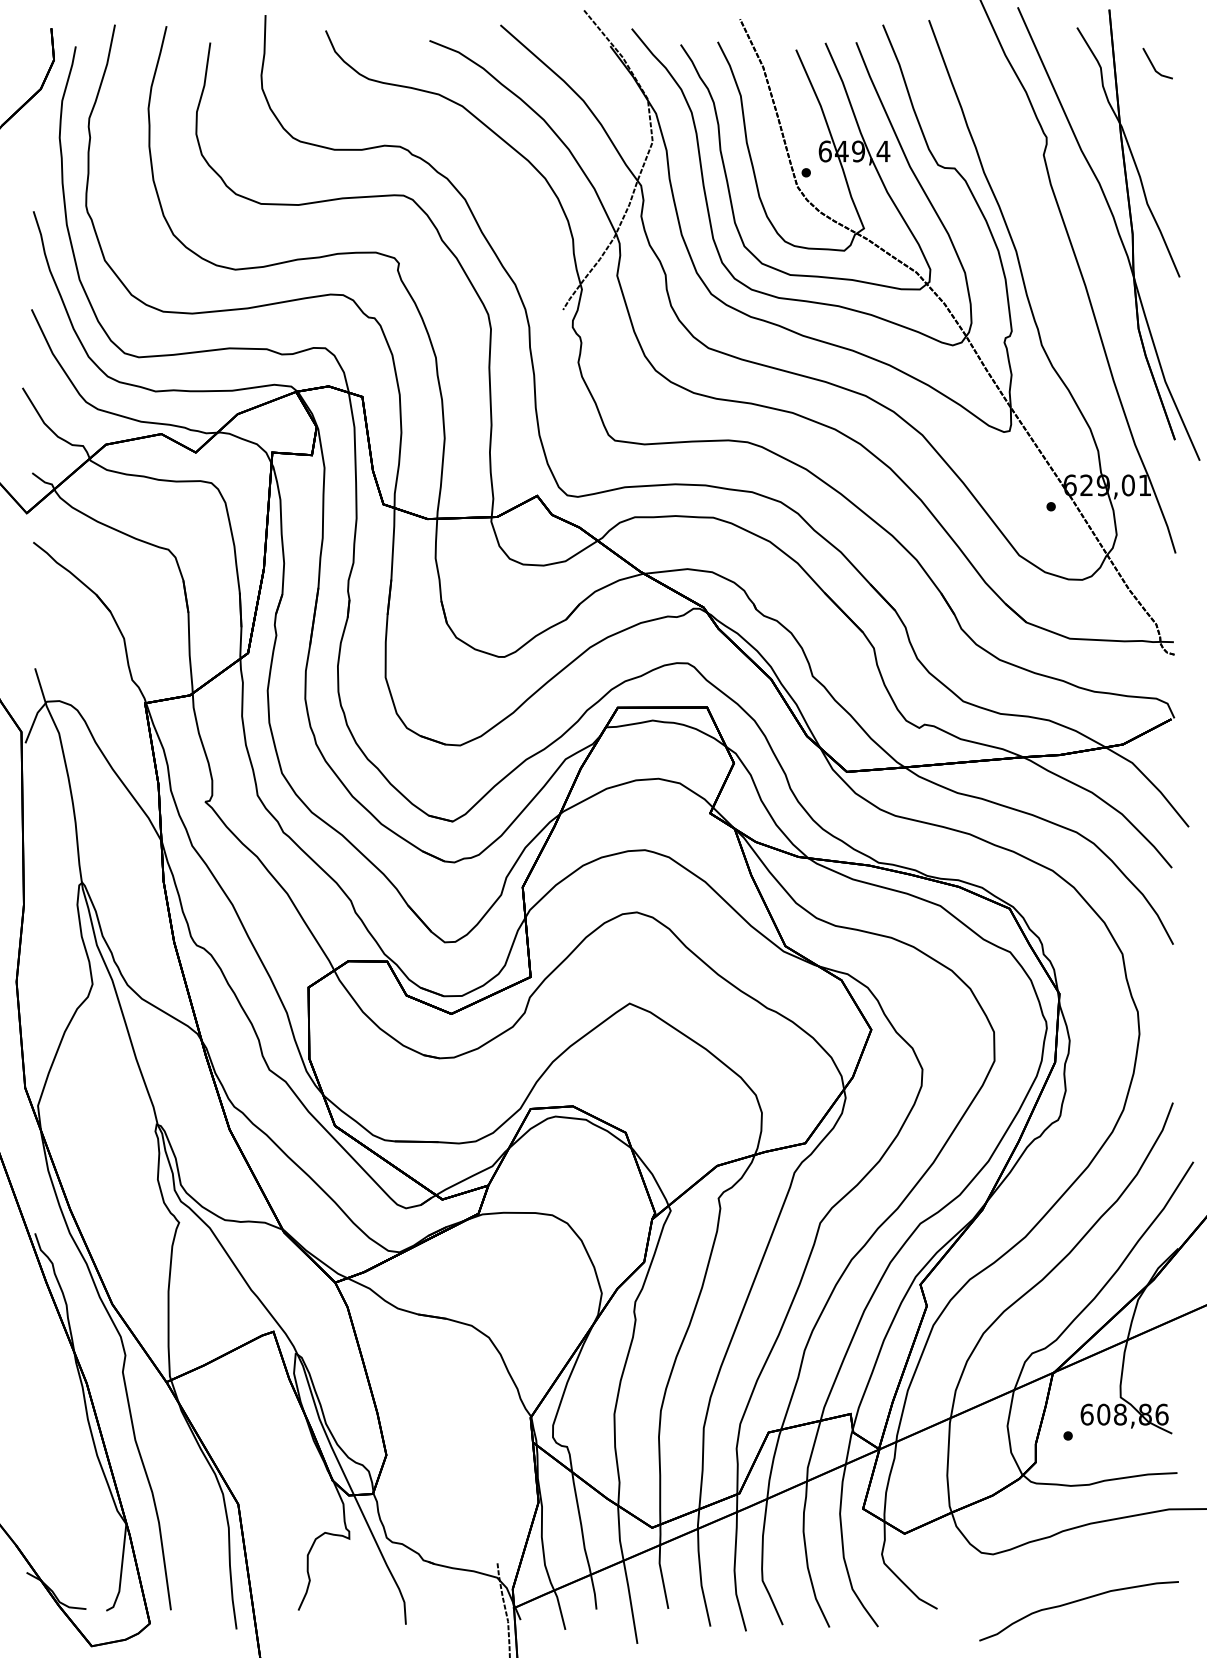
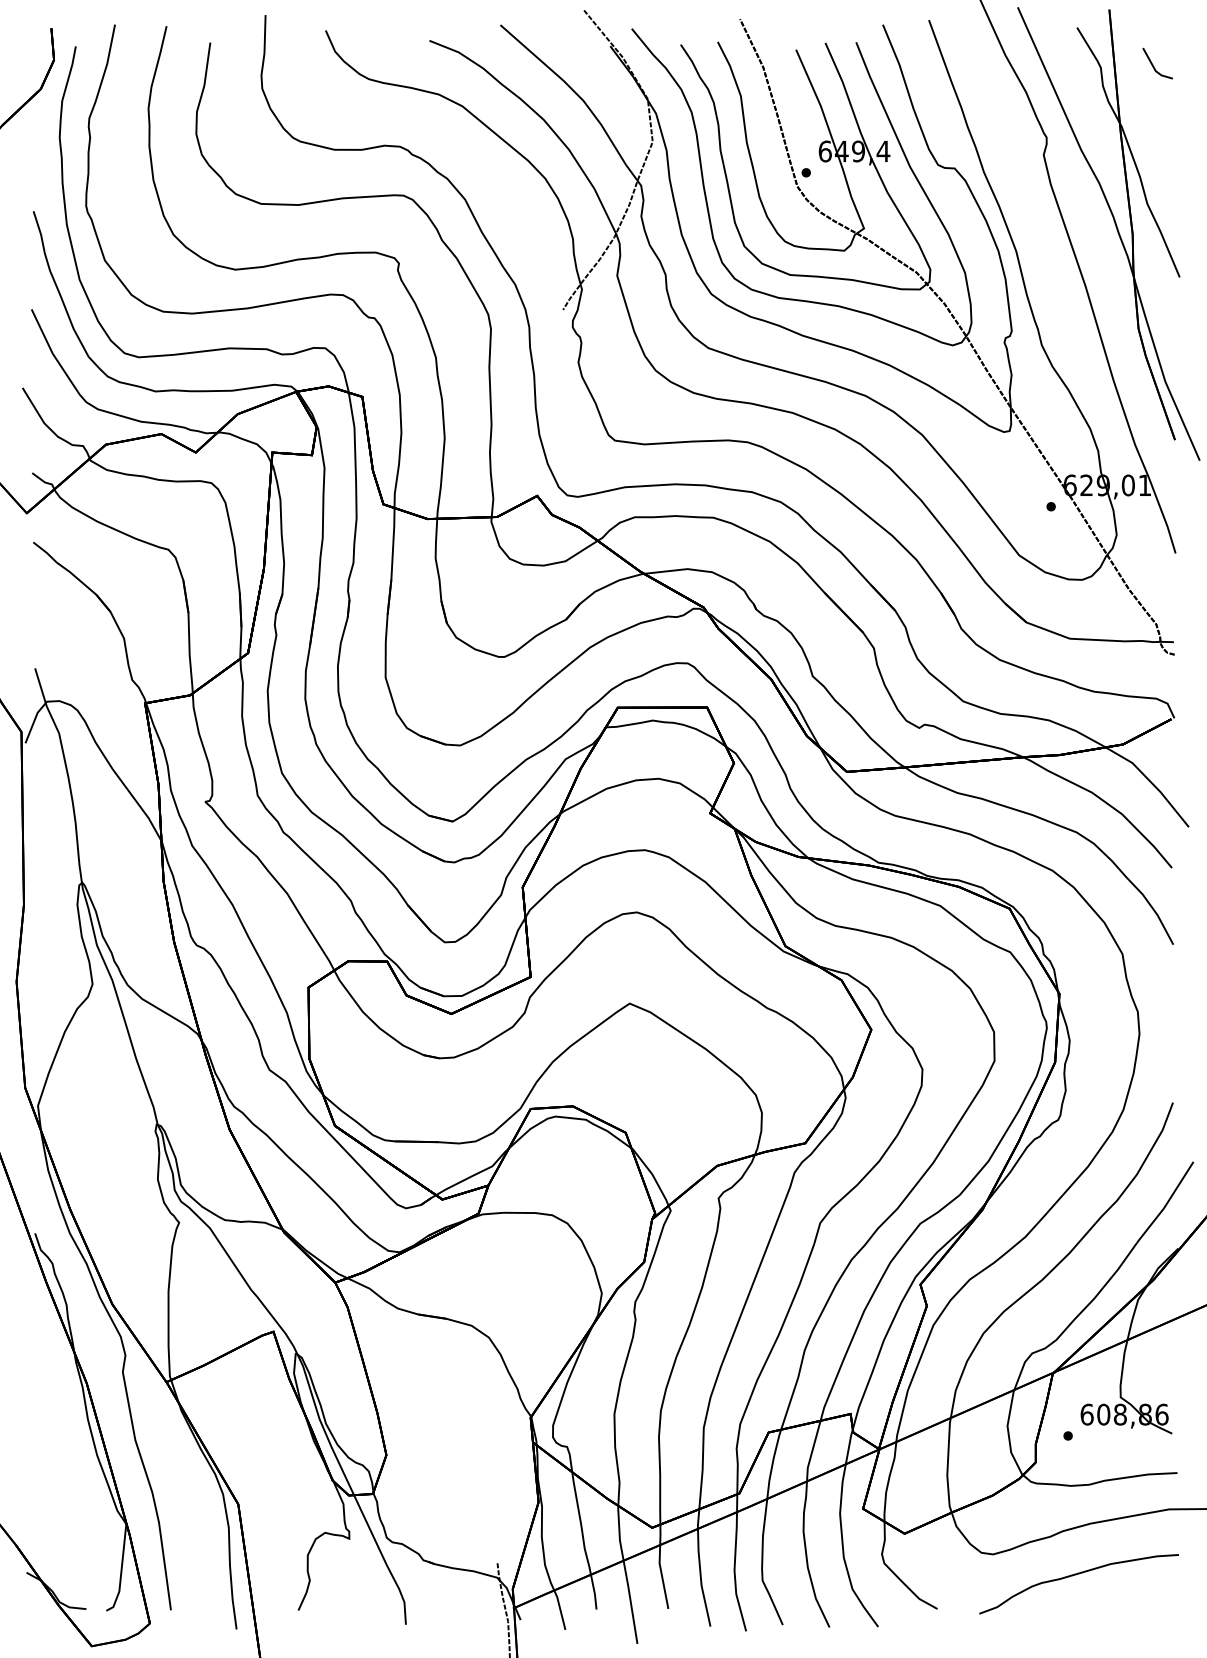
curve at (1076, 1602) position: (1076, 1602) -> (1076, 1575)
